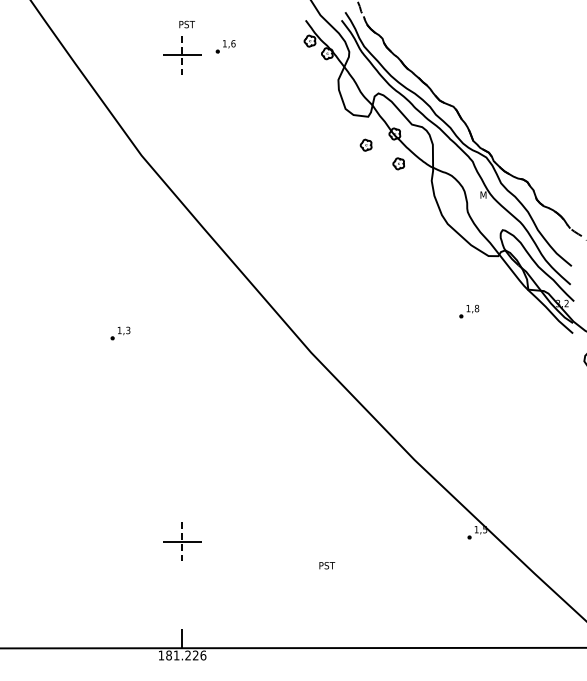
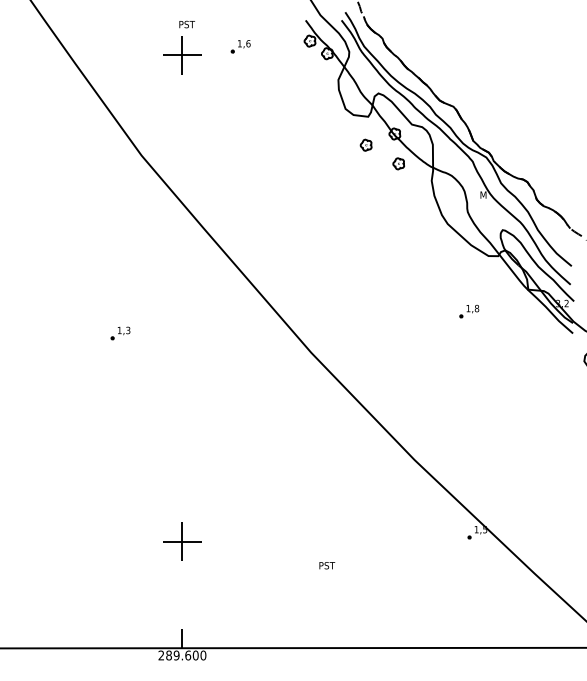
part at (225, 46) position: (225, 46) -> (240, 46)
line at (182, 55): dashed -> solid
line at (182, 542): dashed -> solid
text at (182, 655): 181.226 -> 289.600
